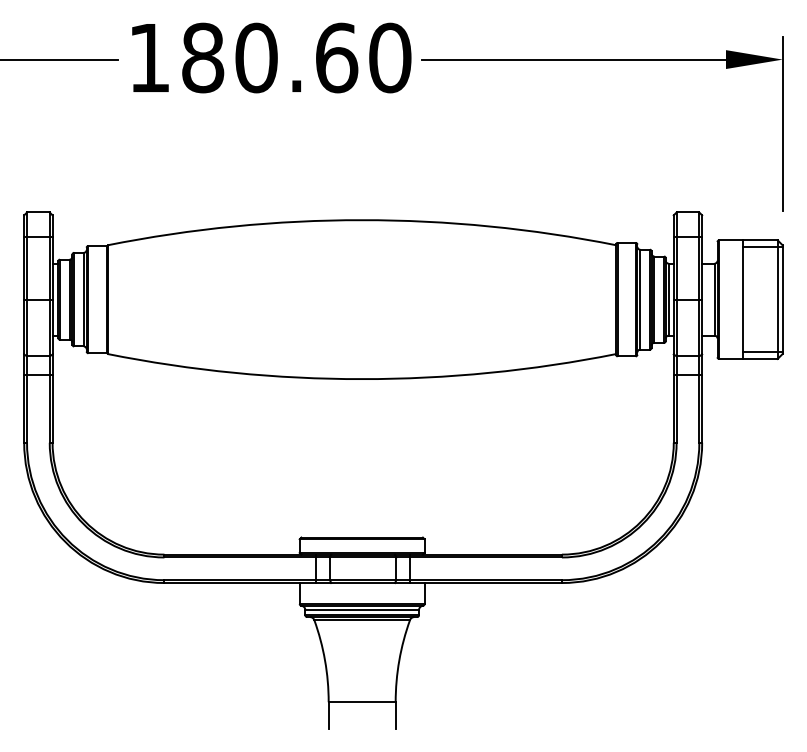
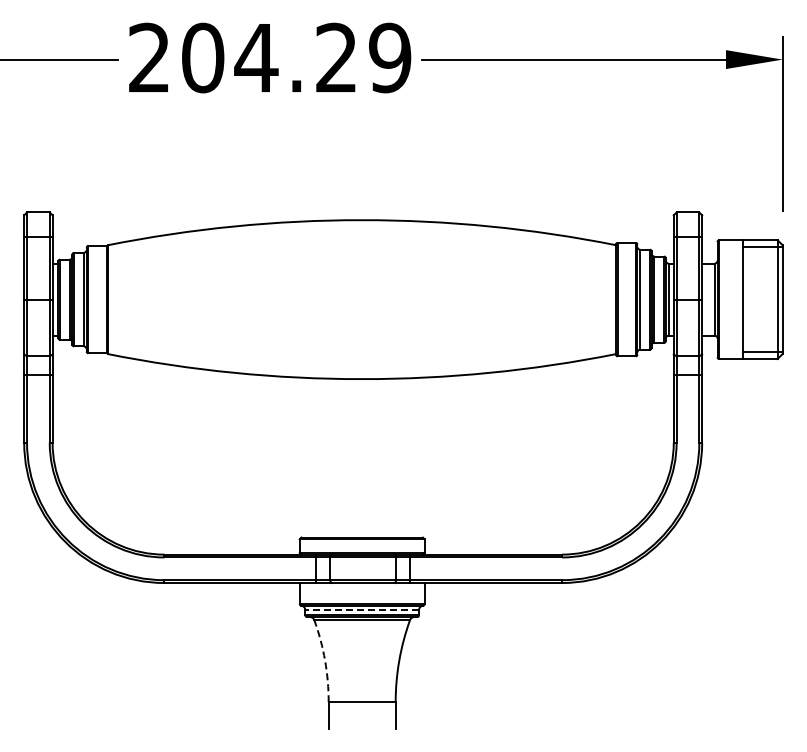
text at (270, 57): 180.60 -> 204.29
line at (362, 610): solid -> dashed
arc at (325, 660): solid -> dashed
